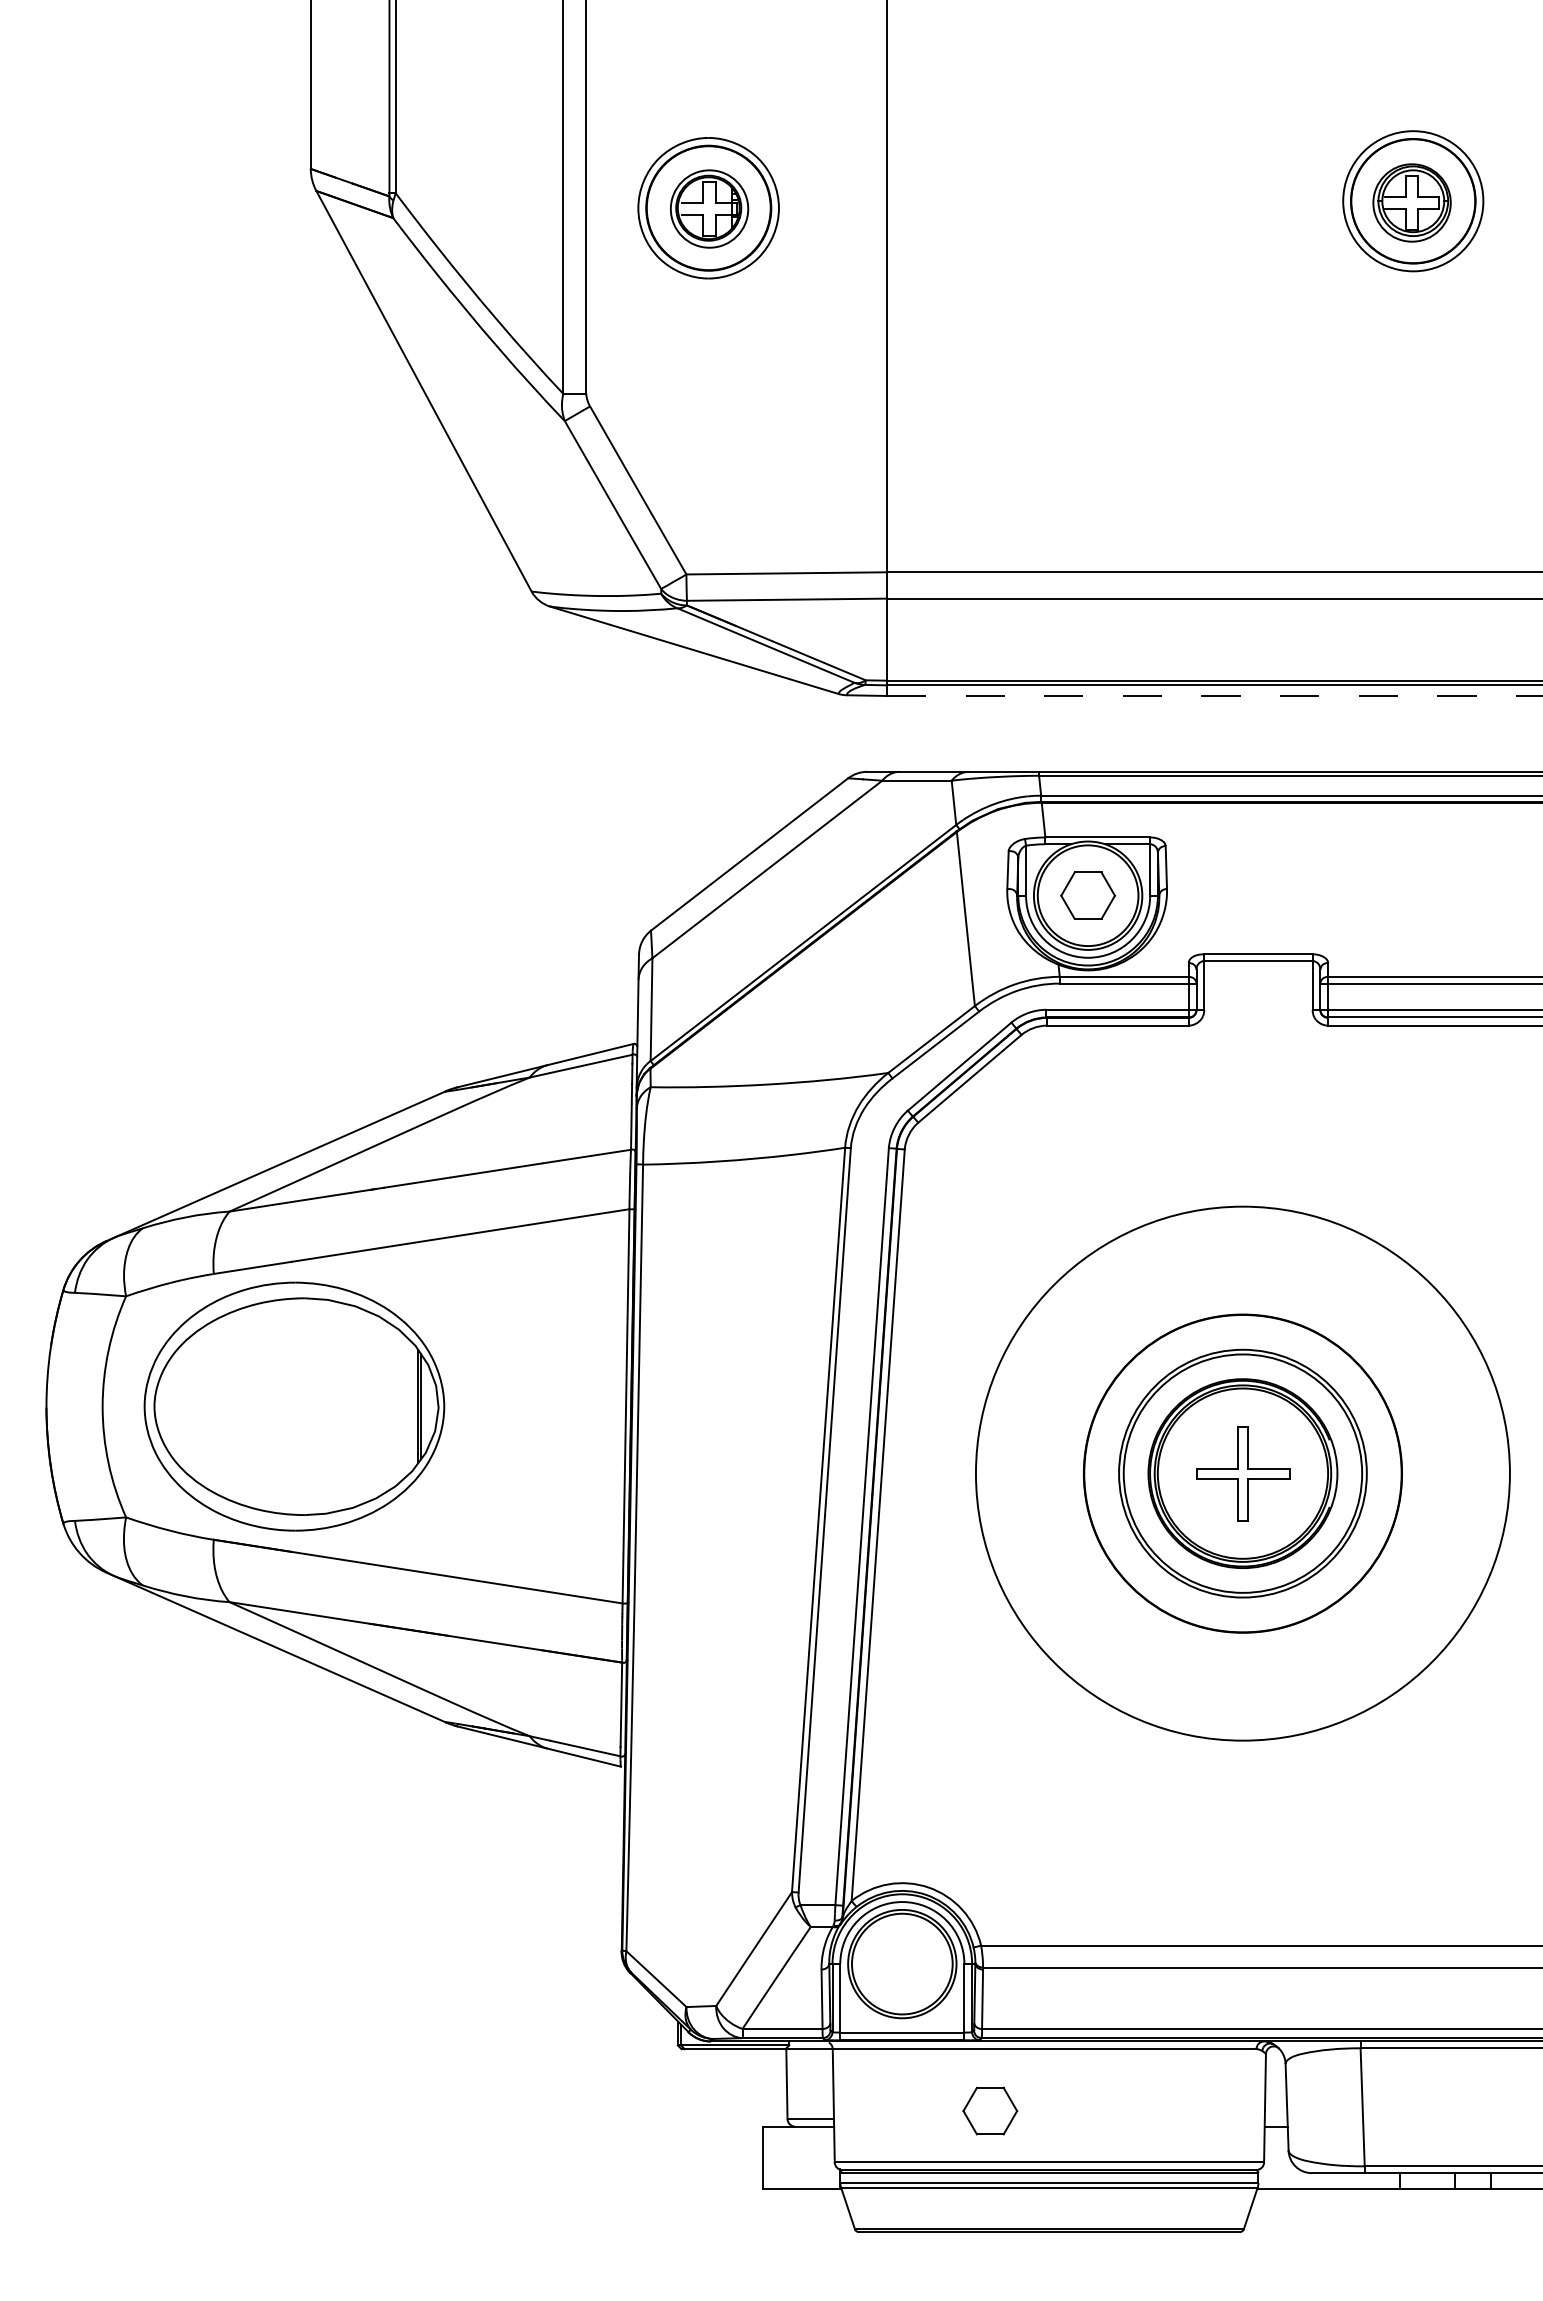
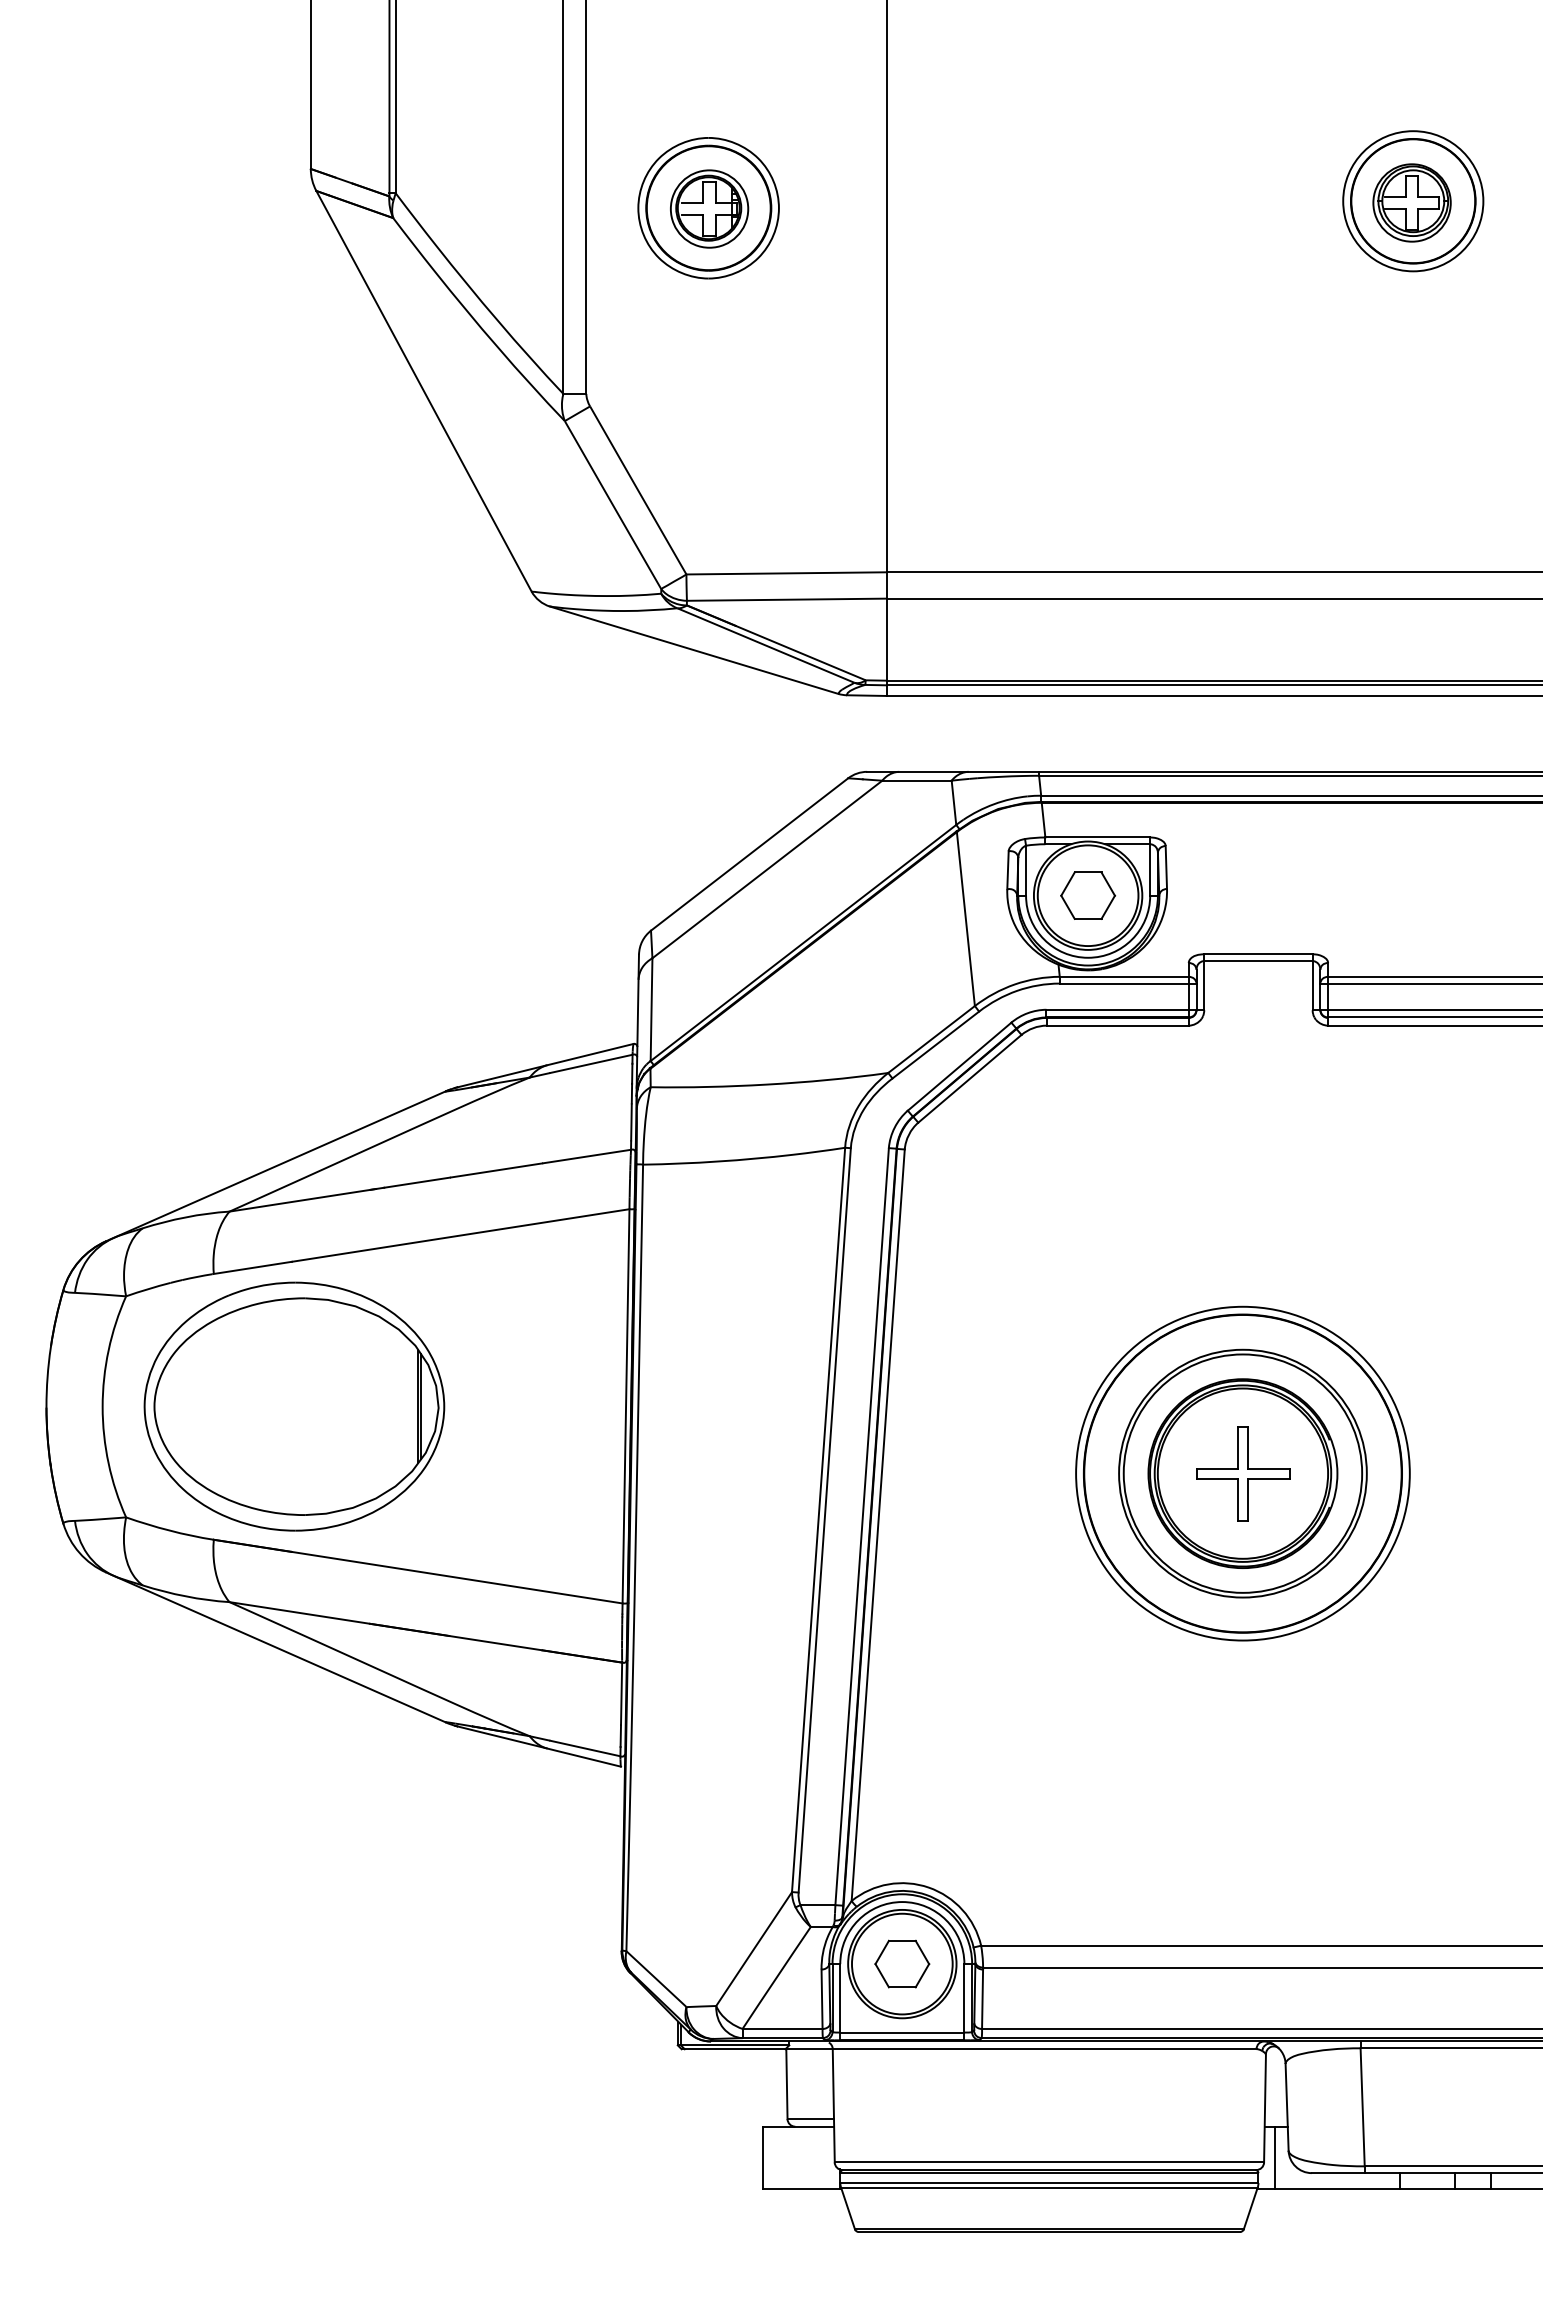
line at (1214, 695): dashed -> solid
circle at (1242, 1473) diameter: 534 px -> 334 px
part at (990, 2110) position: (990, 2110) -> (902, 1963)
line at (1275, 2157): none -> present
